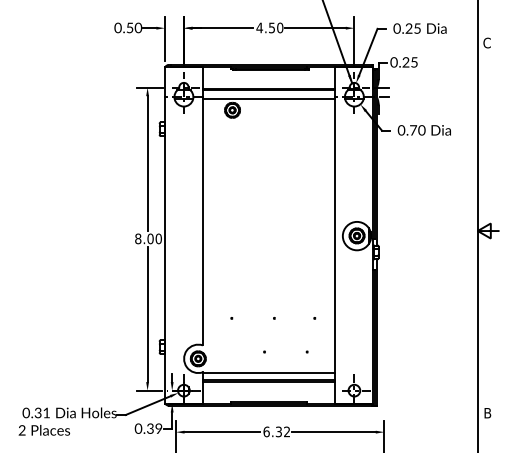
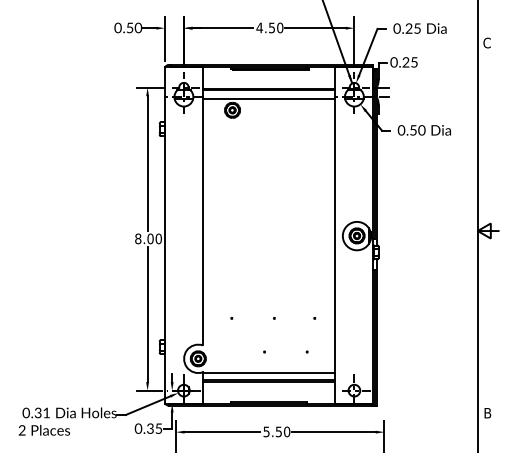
text at (413, 130): 0.70 -> 0.50
text at (158, 428): 0.39 -> 0.35
text at (276, 431): 6.32 -> 5.50
